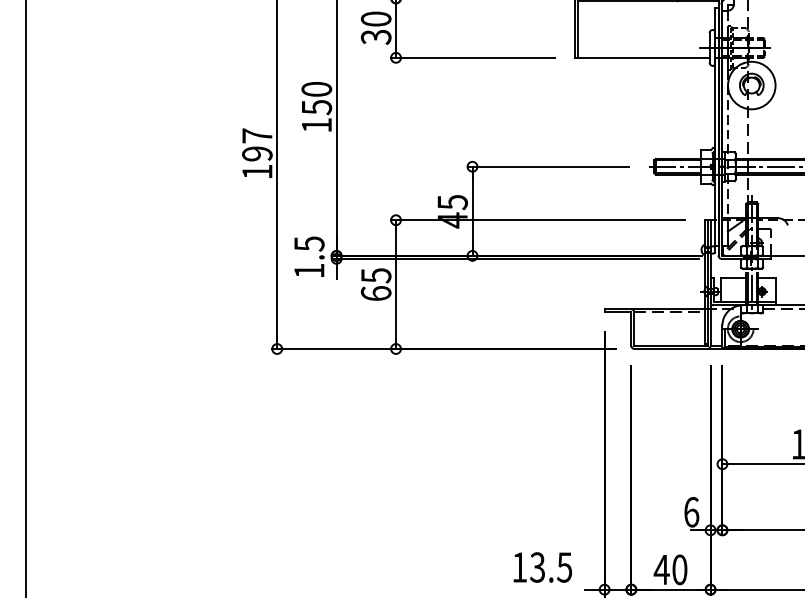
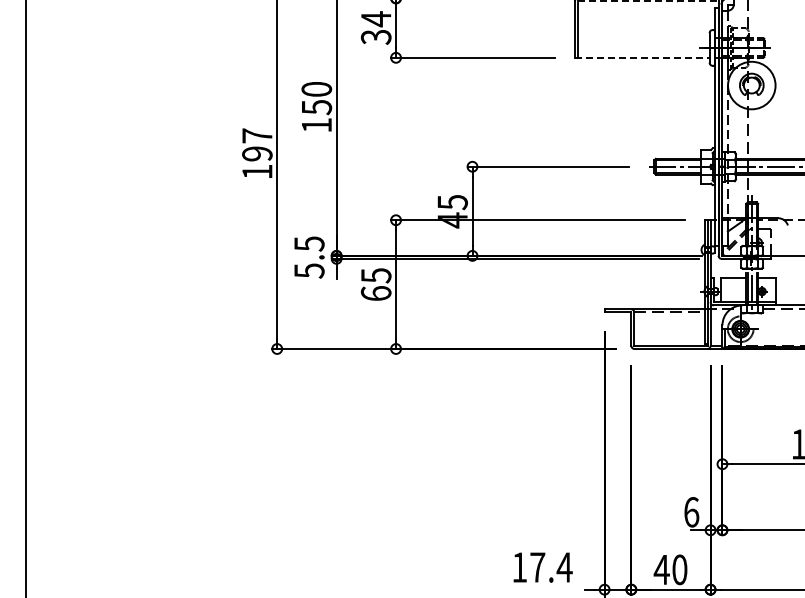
line at (648, 1): solid -> dashed
text at (375, 19): 30 -> 34
line at (642, 57): solid -> dashed
text at (309, 270): 1.5 -> 5.5
text at (551, 567): 13.5 -> 17.4
